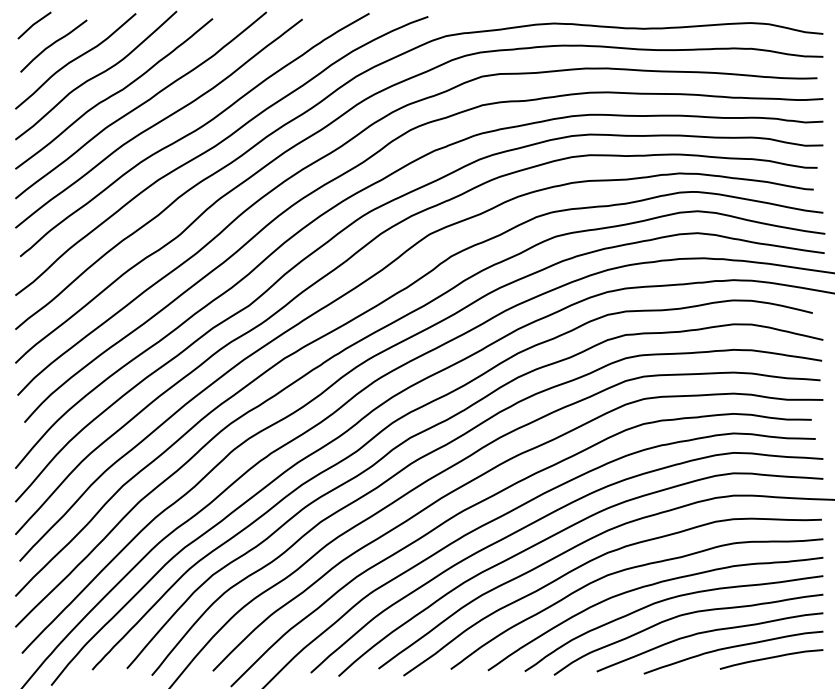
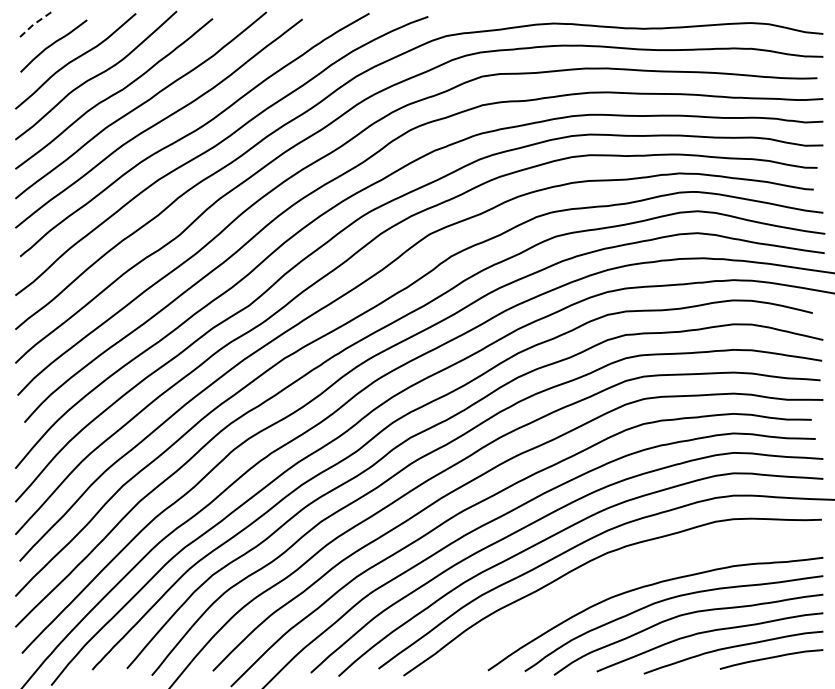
line at (33, 24): solid -> dashed
curve at (626, 570): present -> none
